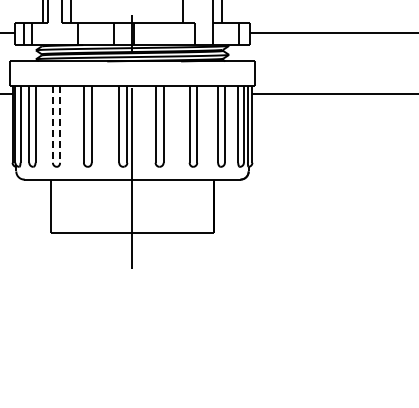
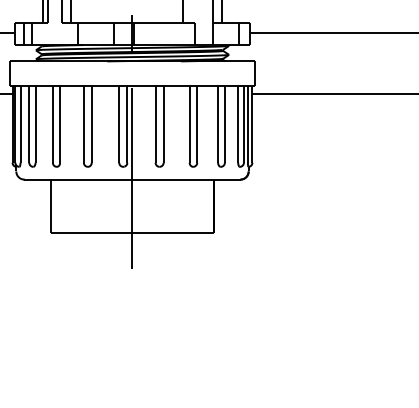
line at (52, 124): dashed -> solid
line at (60, 124): dashed -> solid
